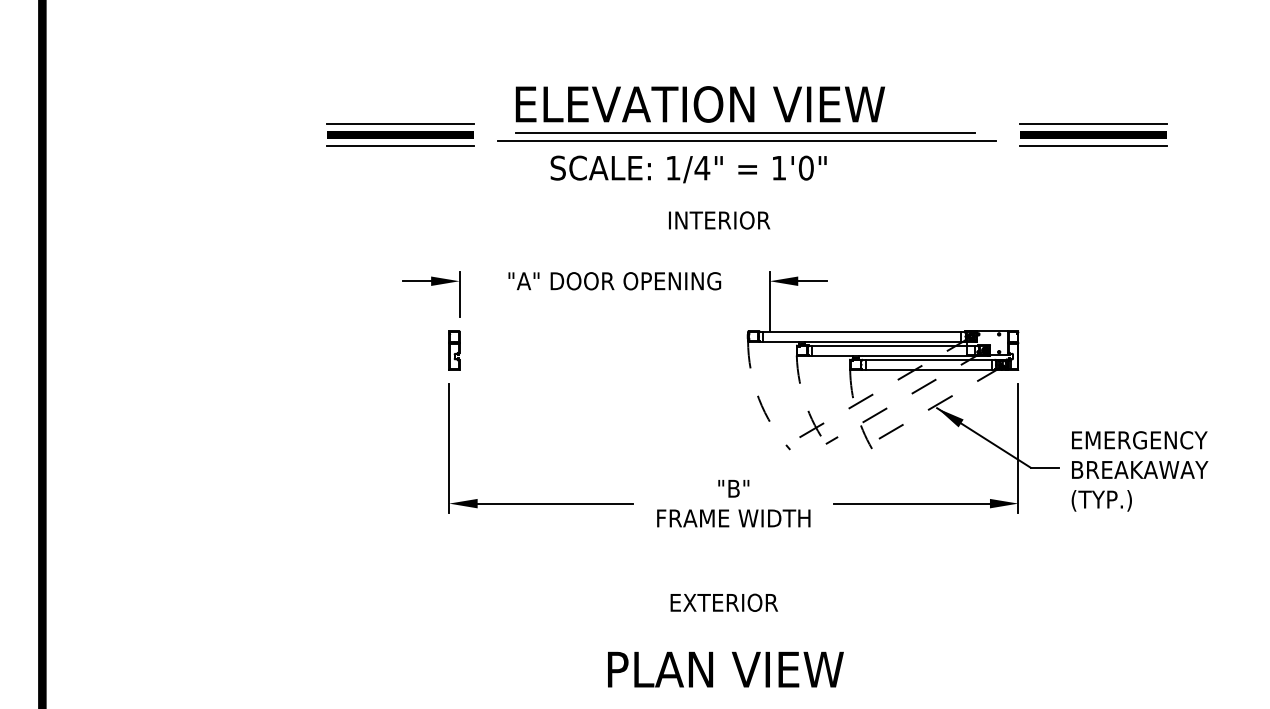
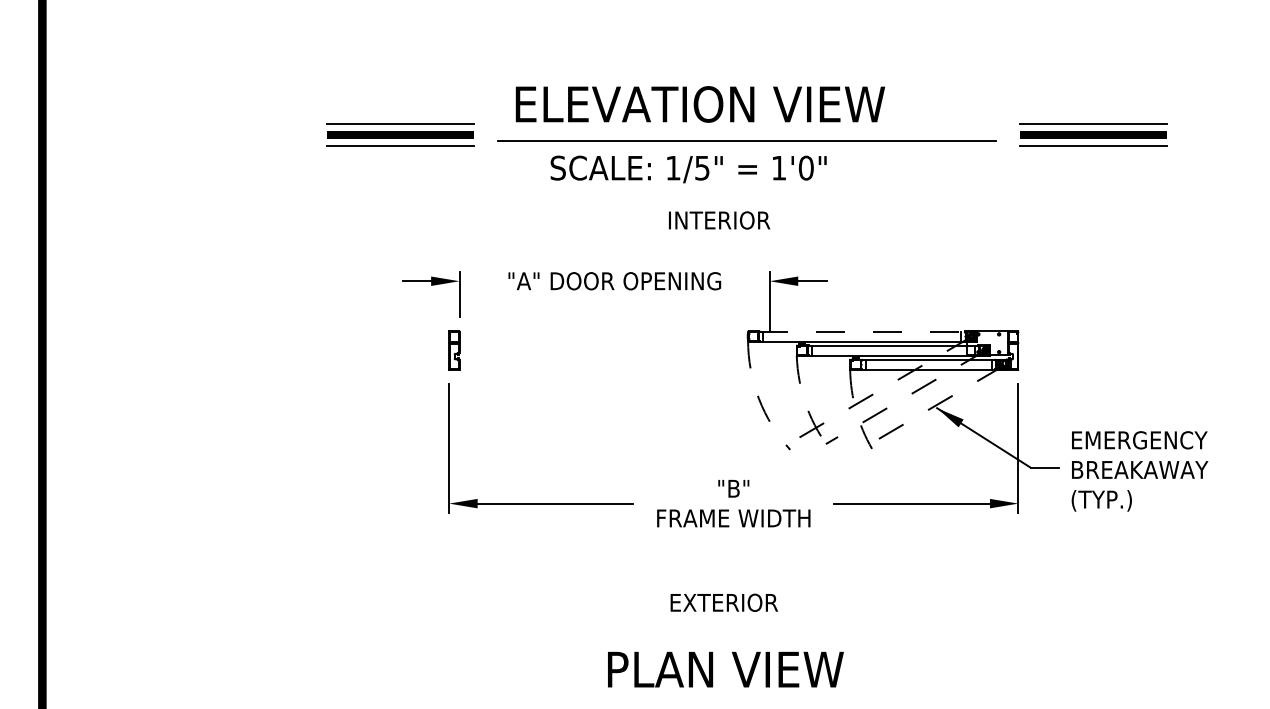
line at (745, 132): present -> none
text at (702, 168): 1/4" -> 1/5"
line at (862, 331): solid -> dashed
